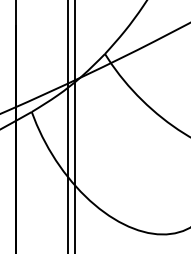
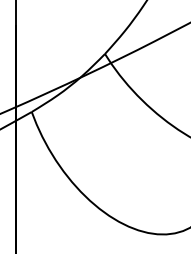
line at (68, 126): present -> none
line at (75, 126): present -> none
